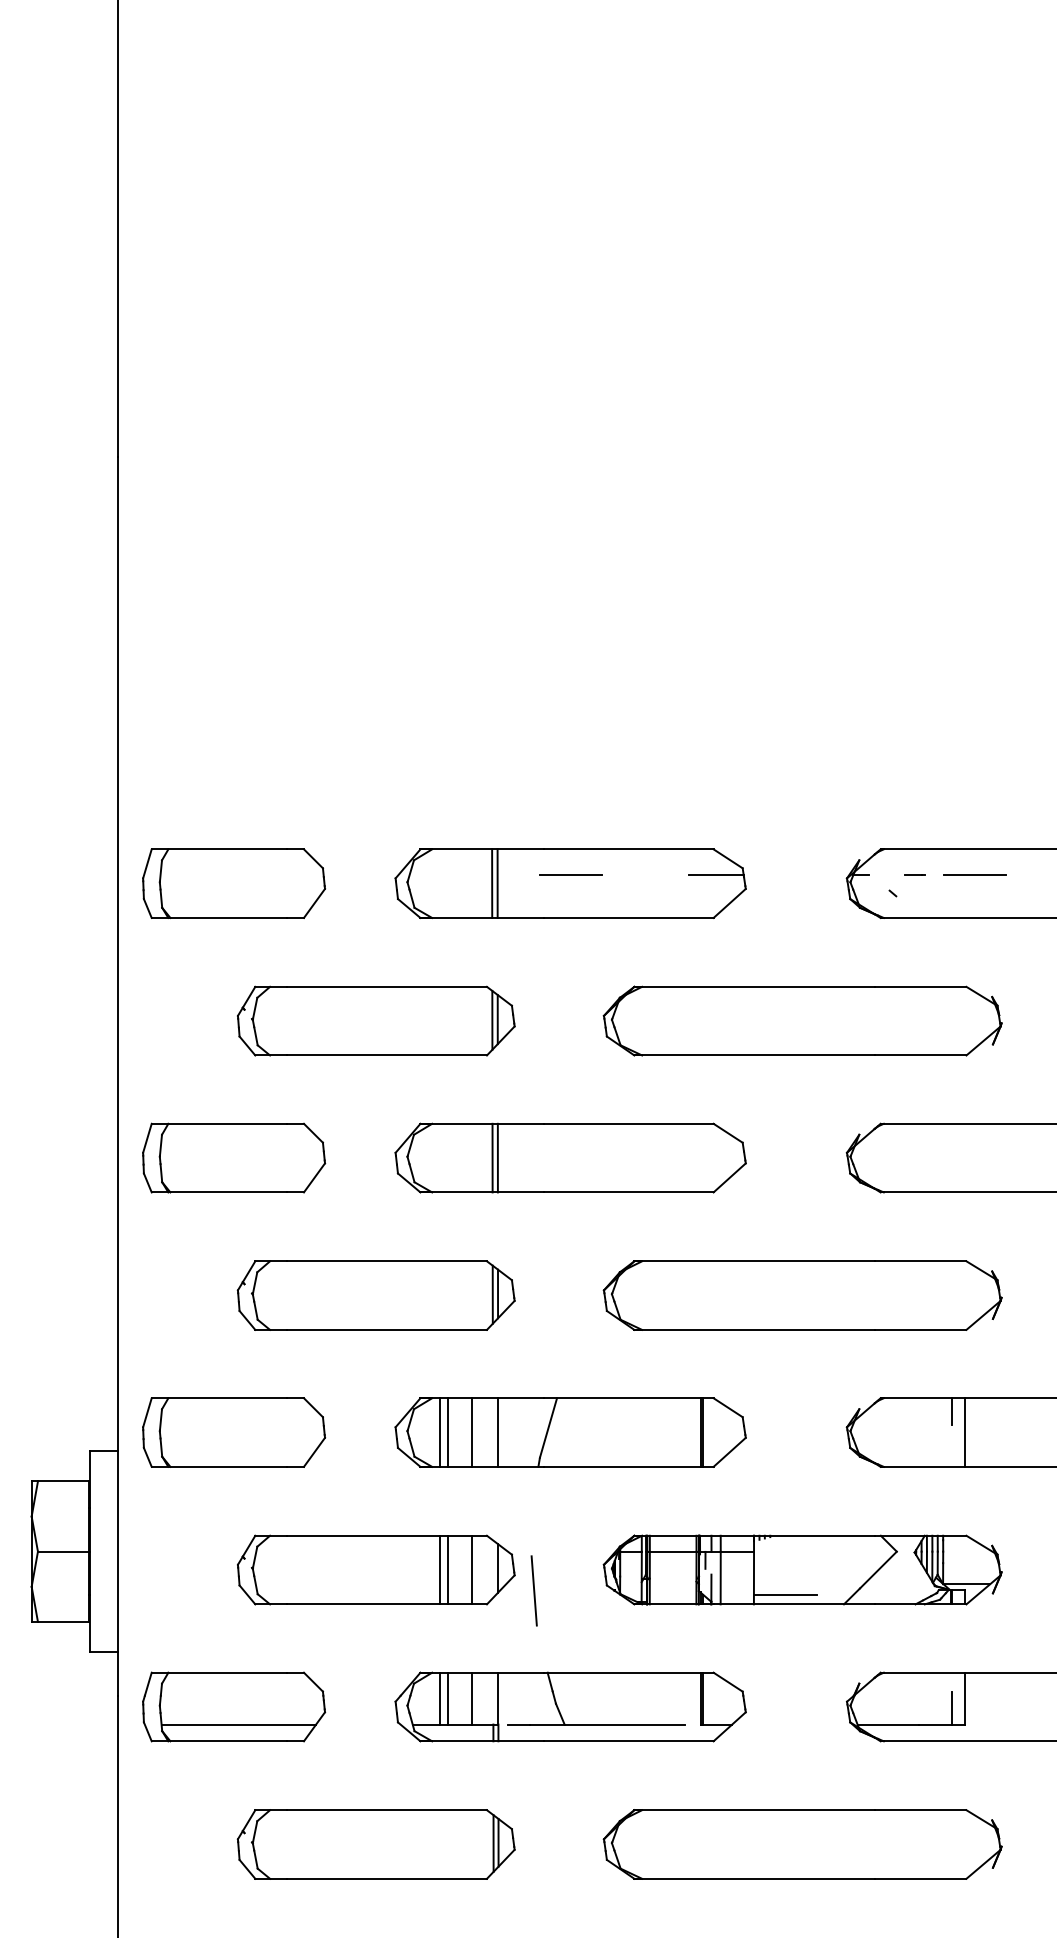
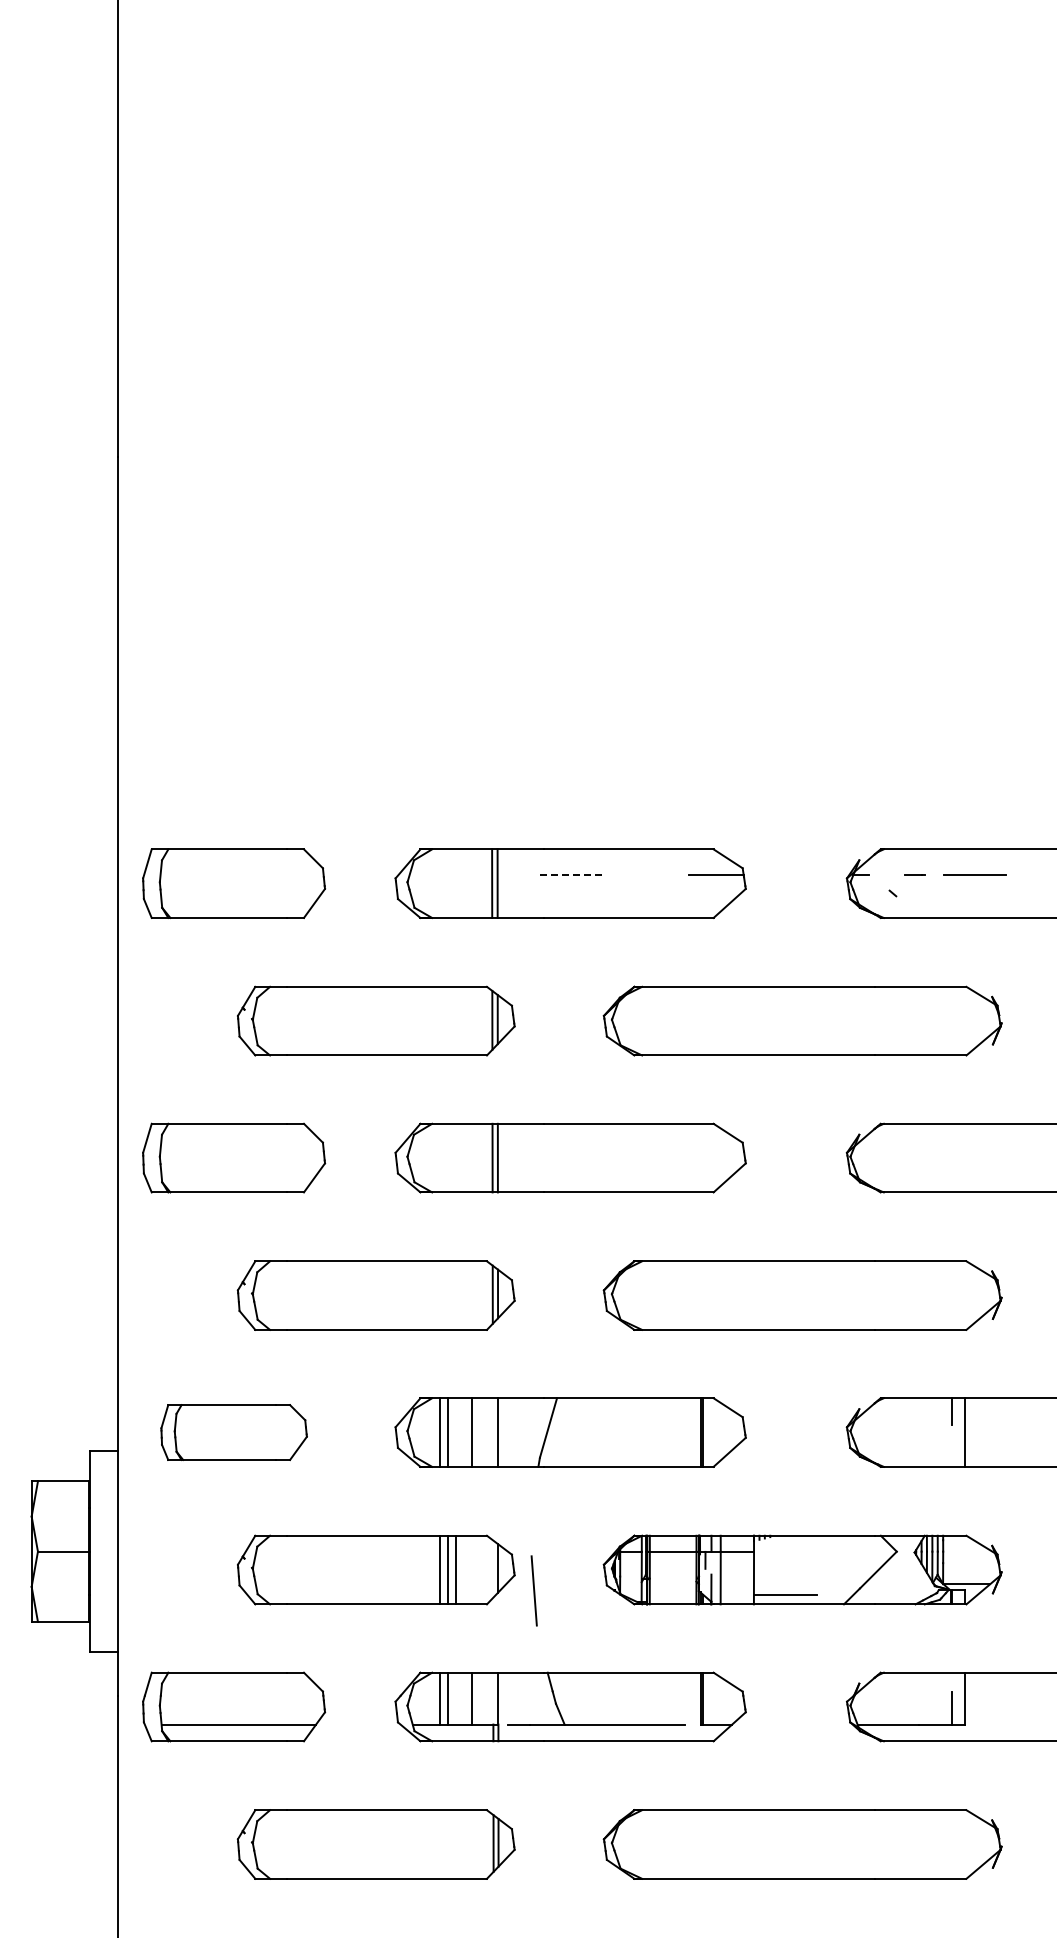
line at (570, 875): solid -> dashed
part at (234, 1432) size: 185x71 px -> 148x57 px
line at (472, 1569) position: (472, 1569) -> (456, 1569)
